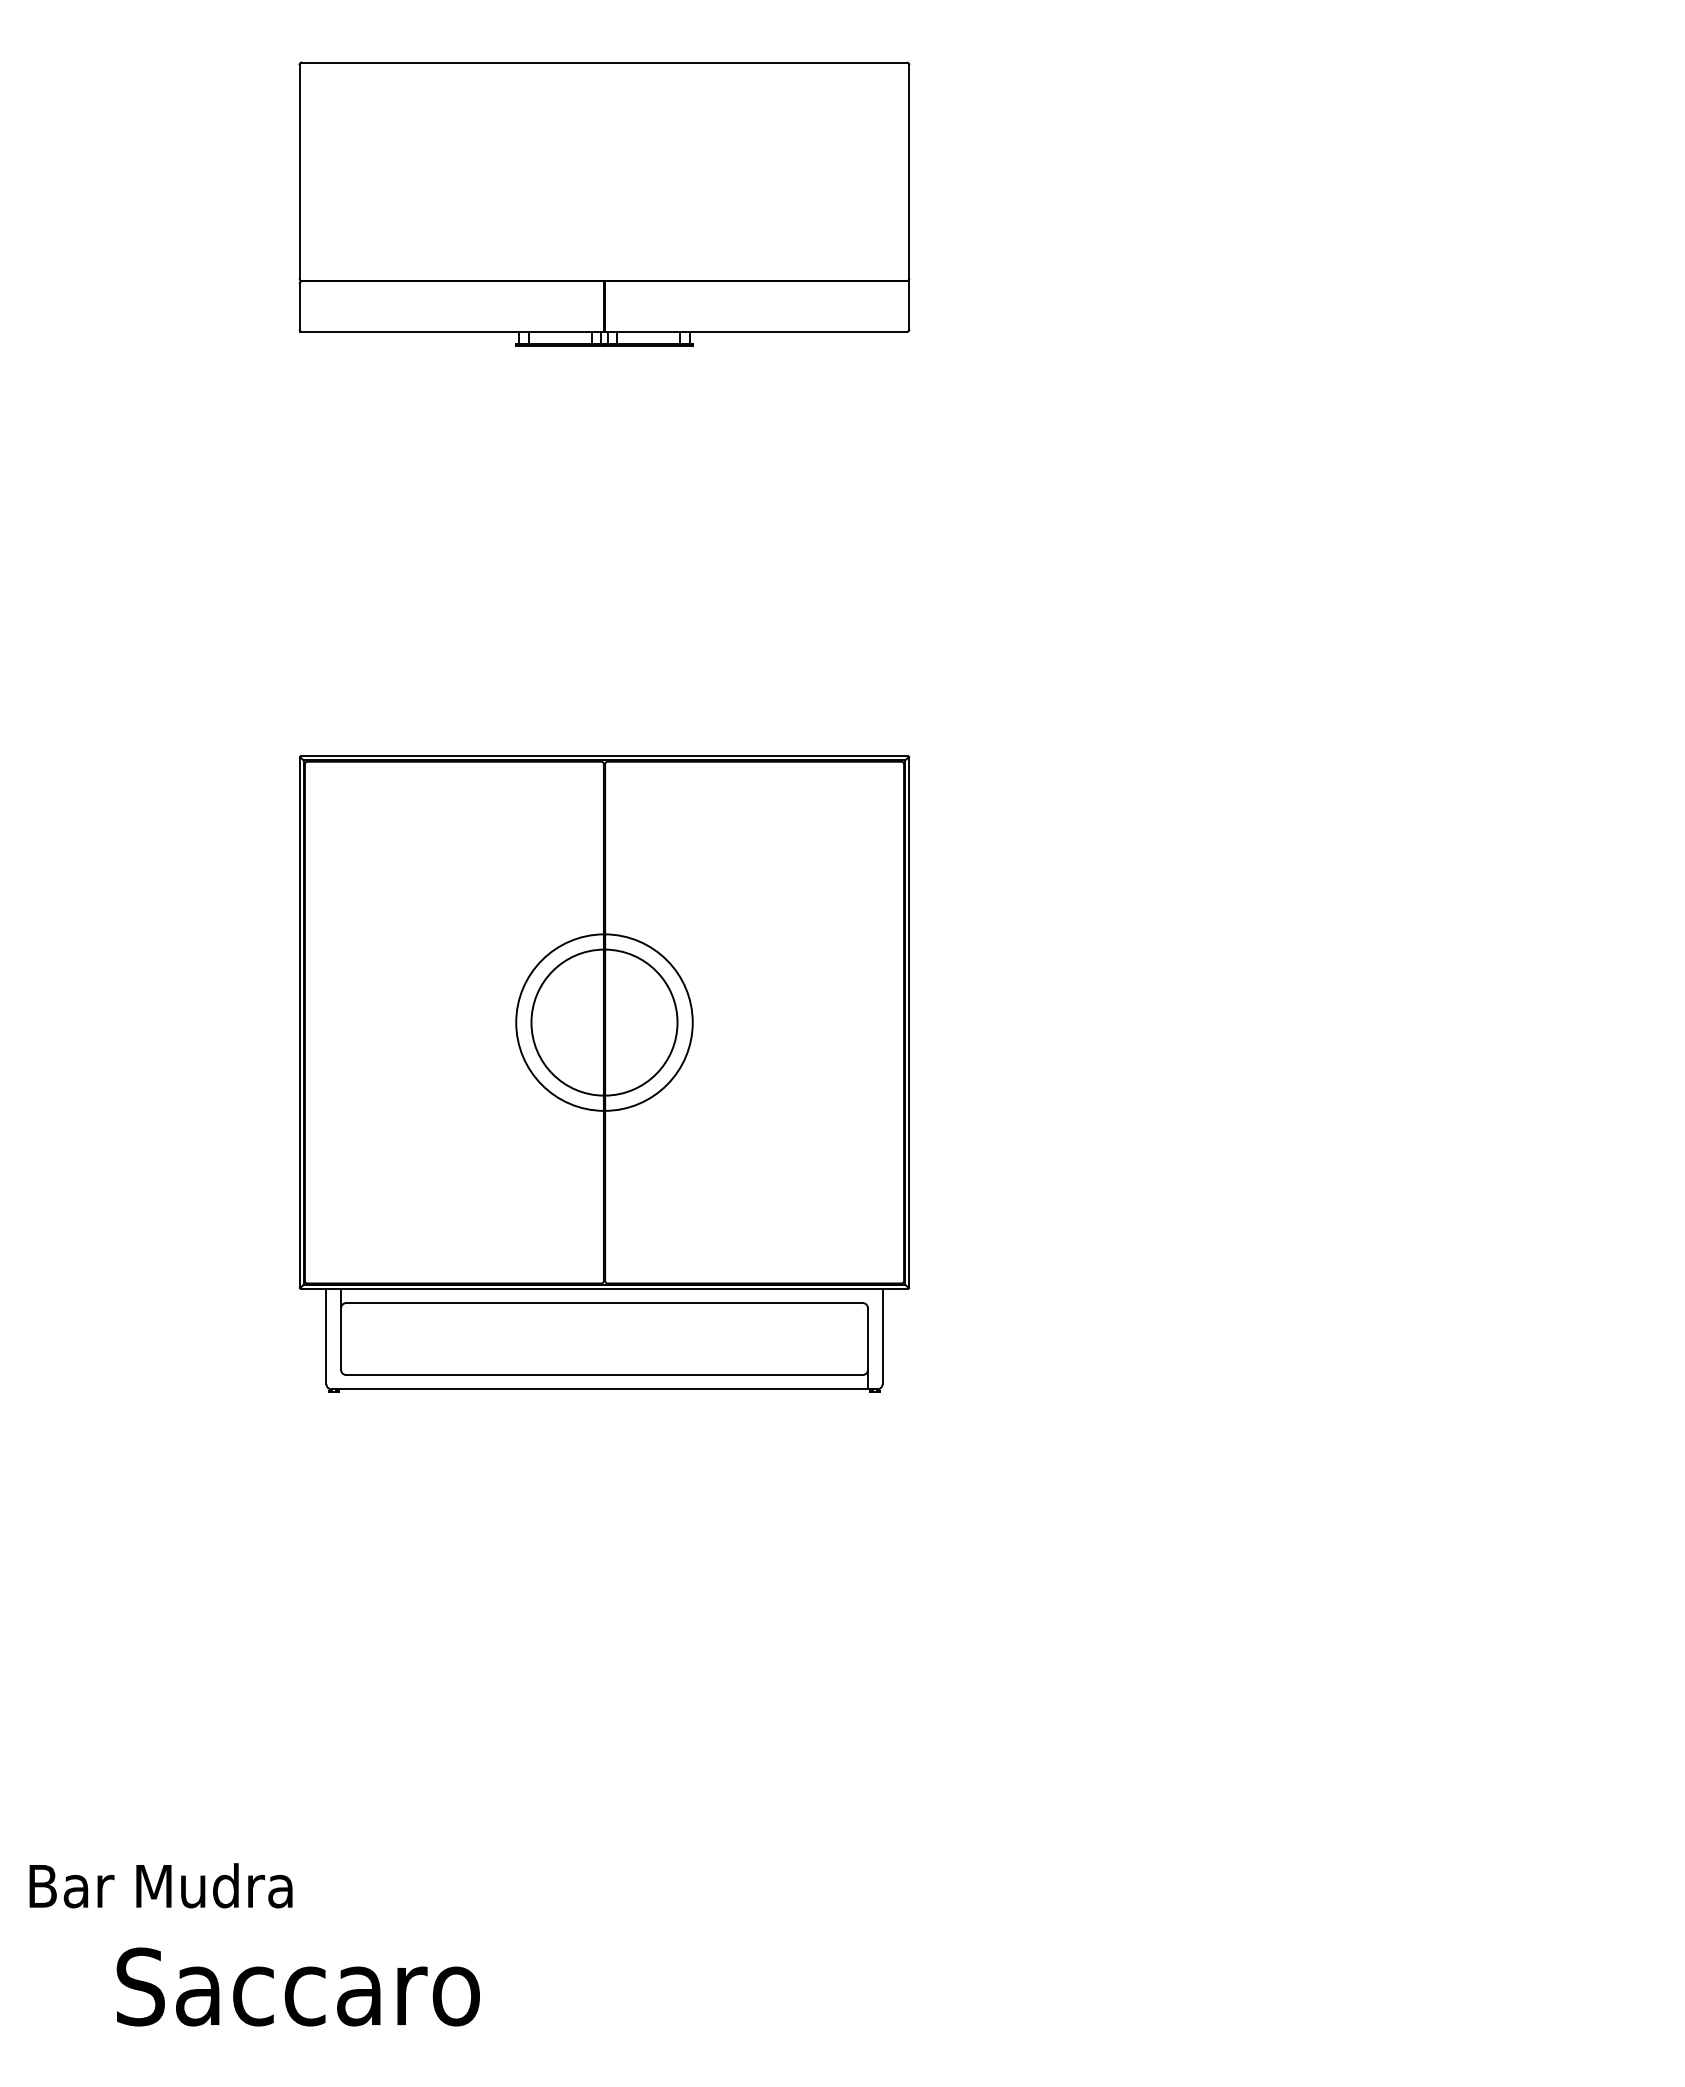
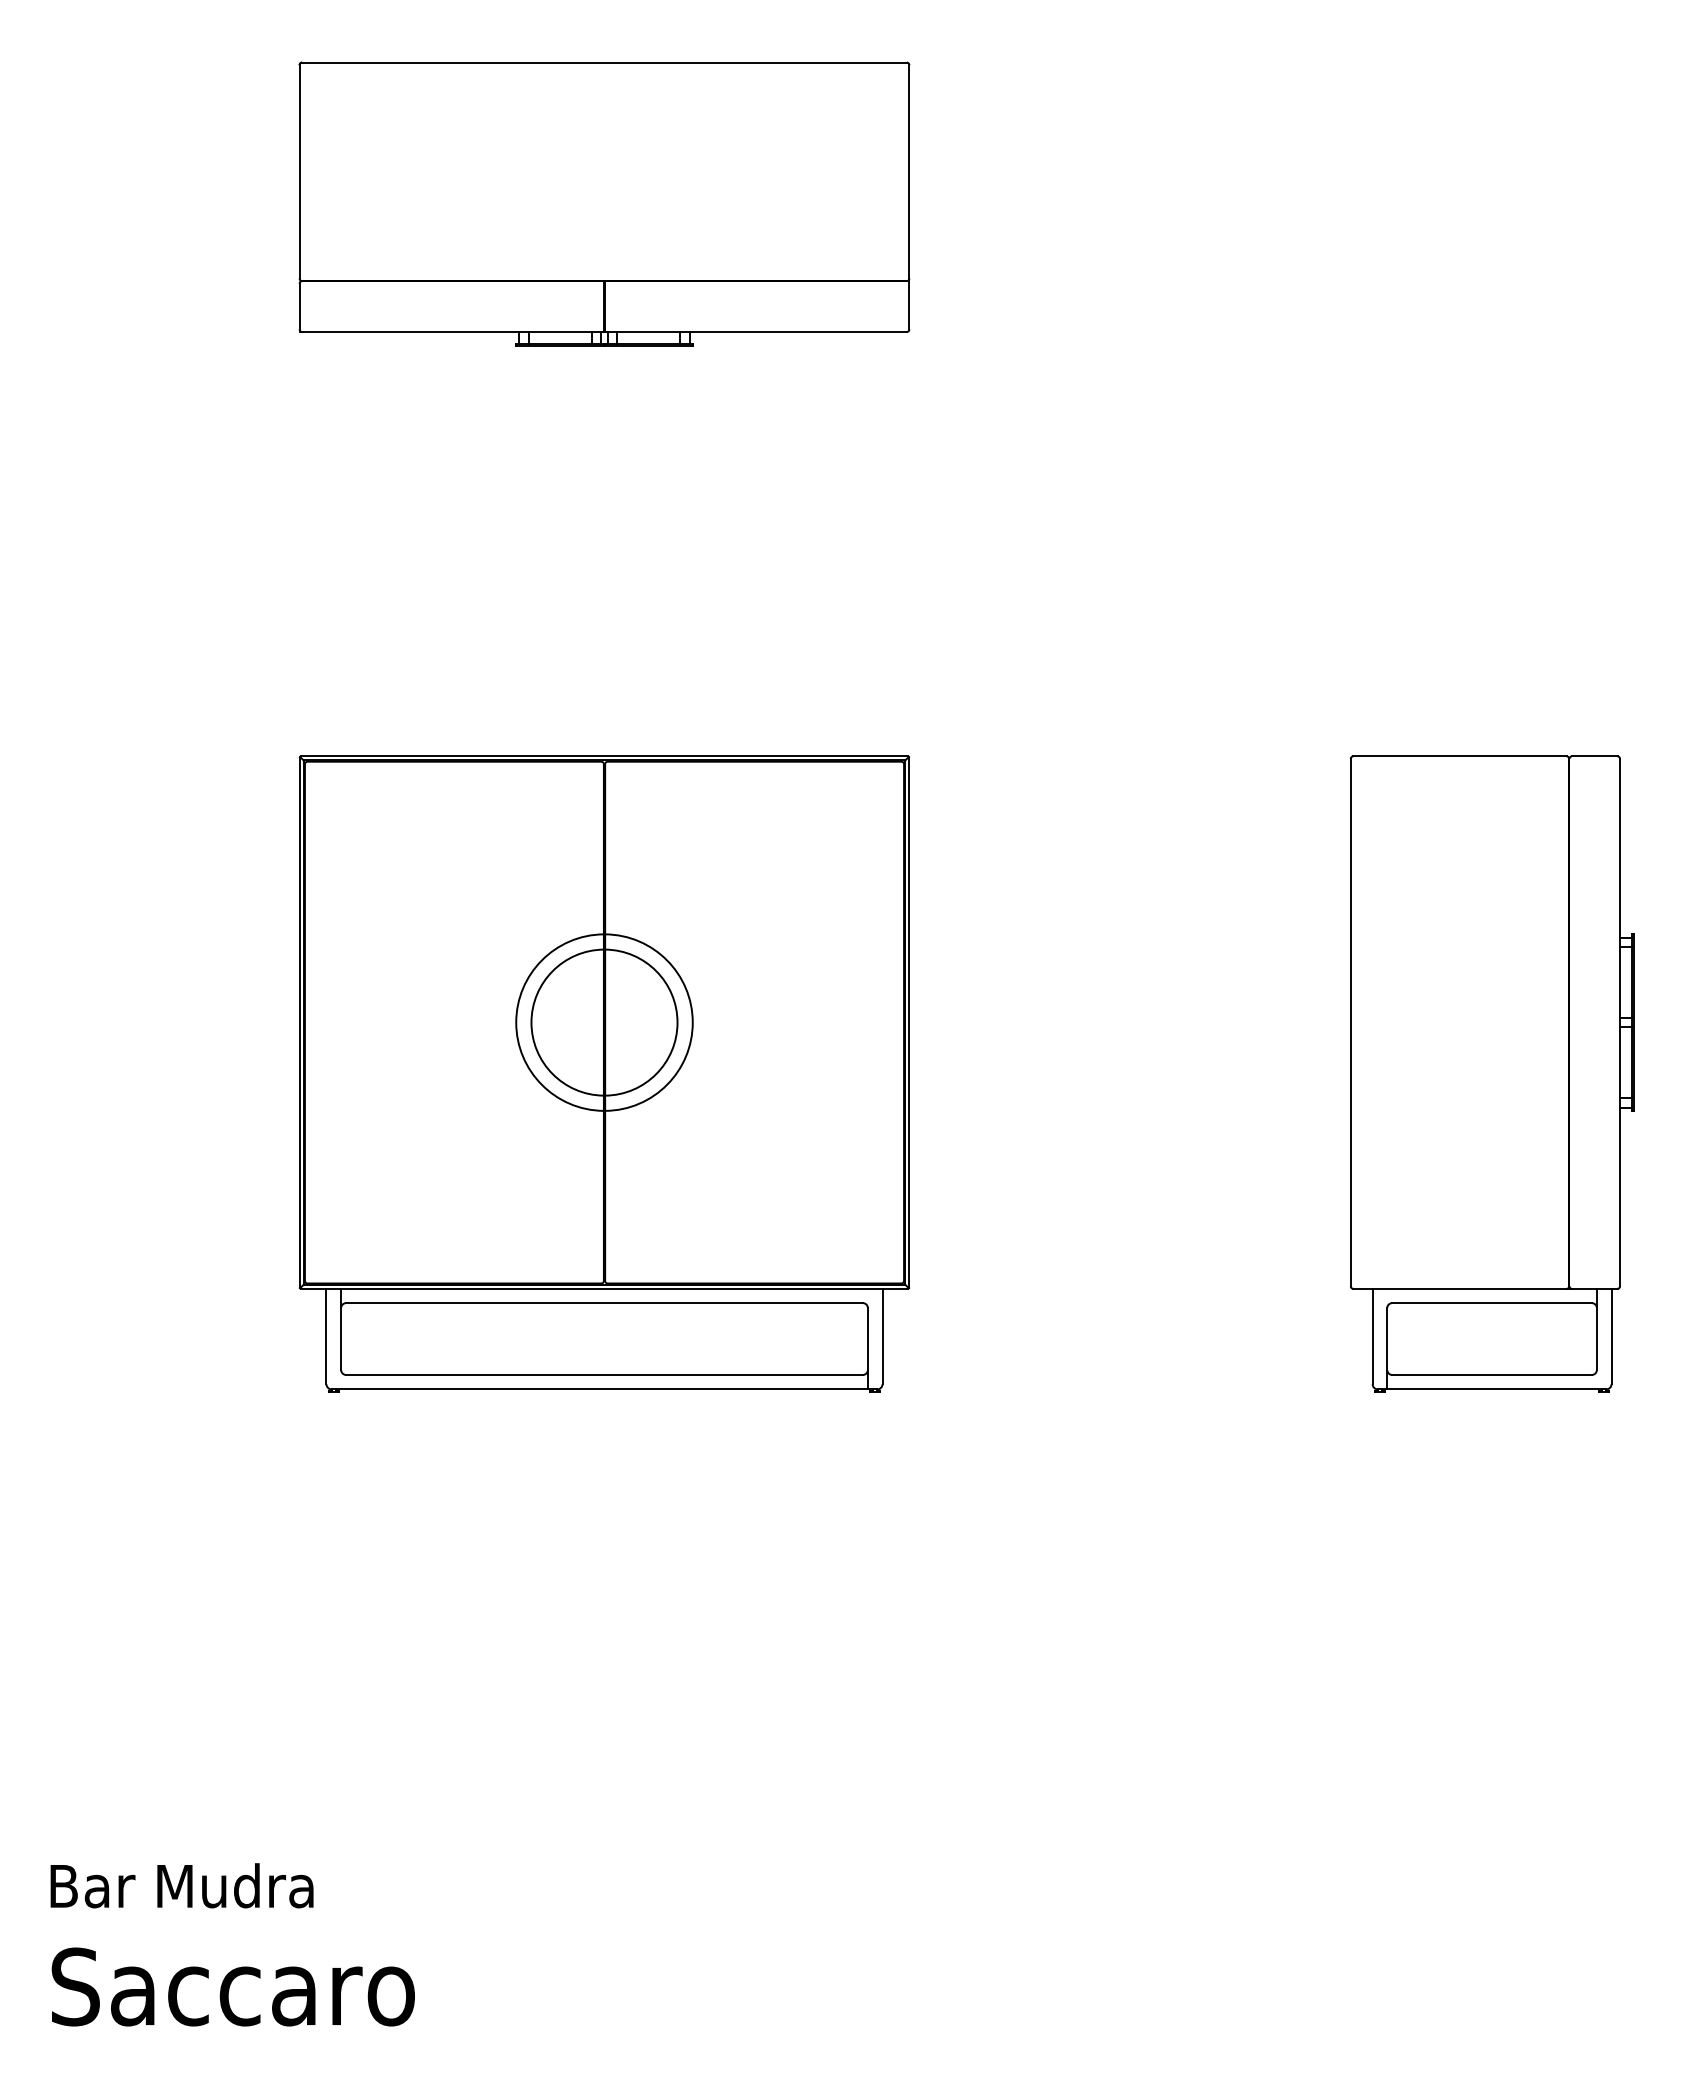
part at (1491, 1073): none -> present
text at (160, 1885) position: (160, 1885) -> (181, 1885)
text at (297, 1986) position: (297, 1986) -> (232, 1986)
